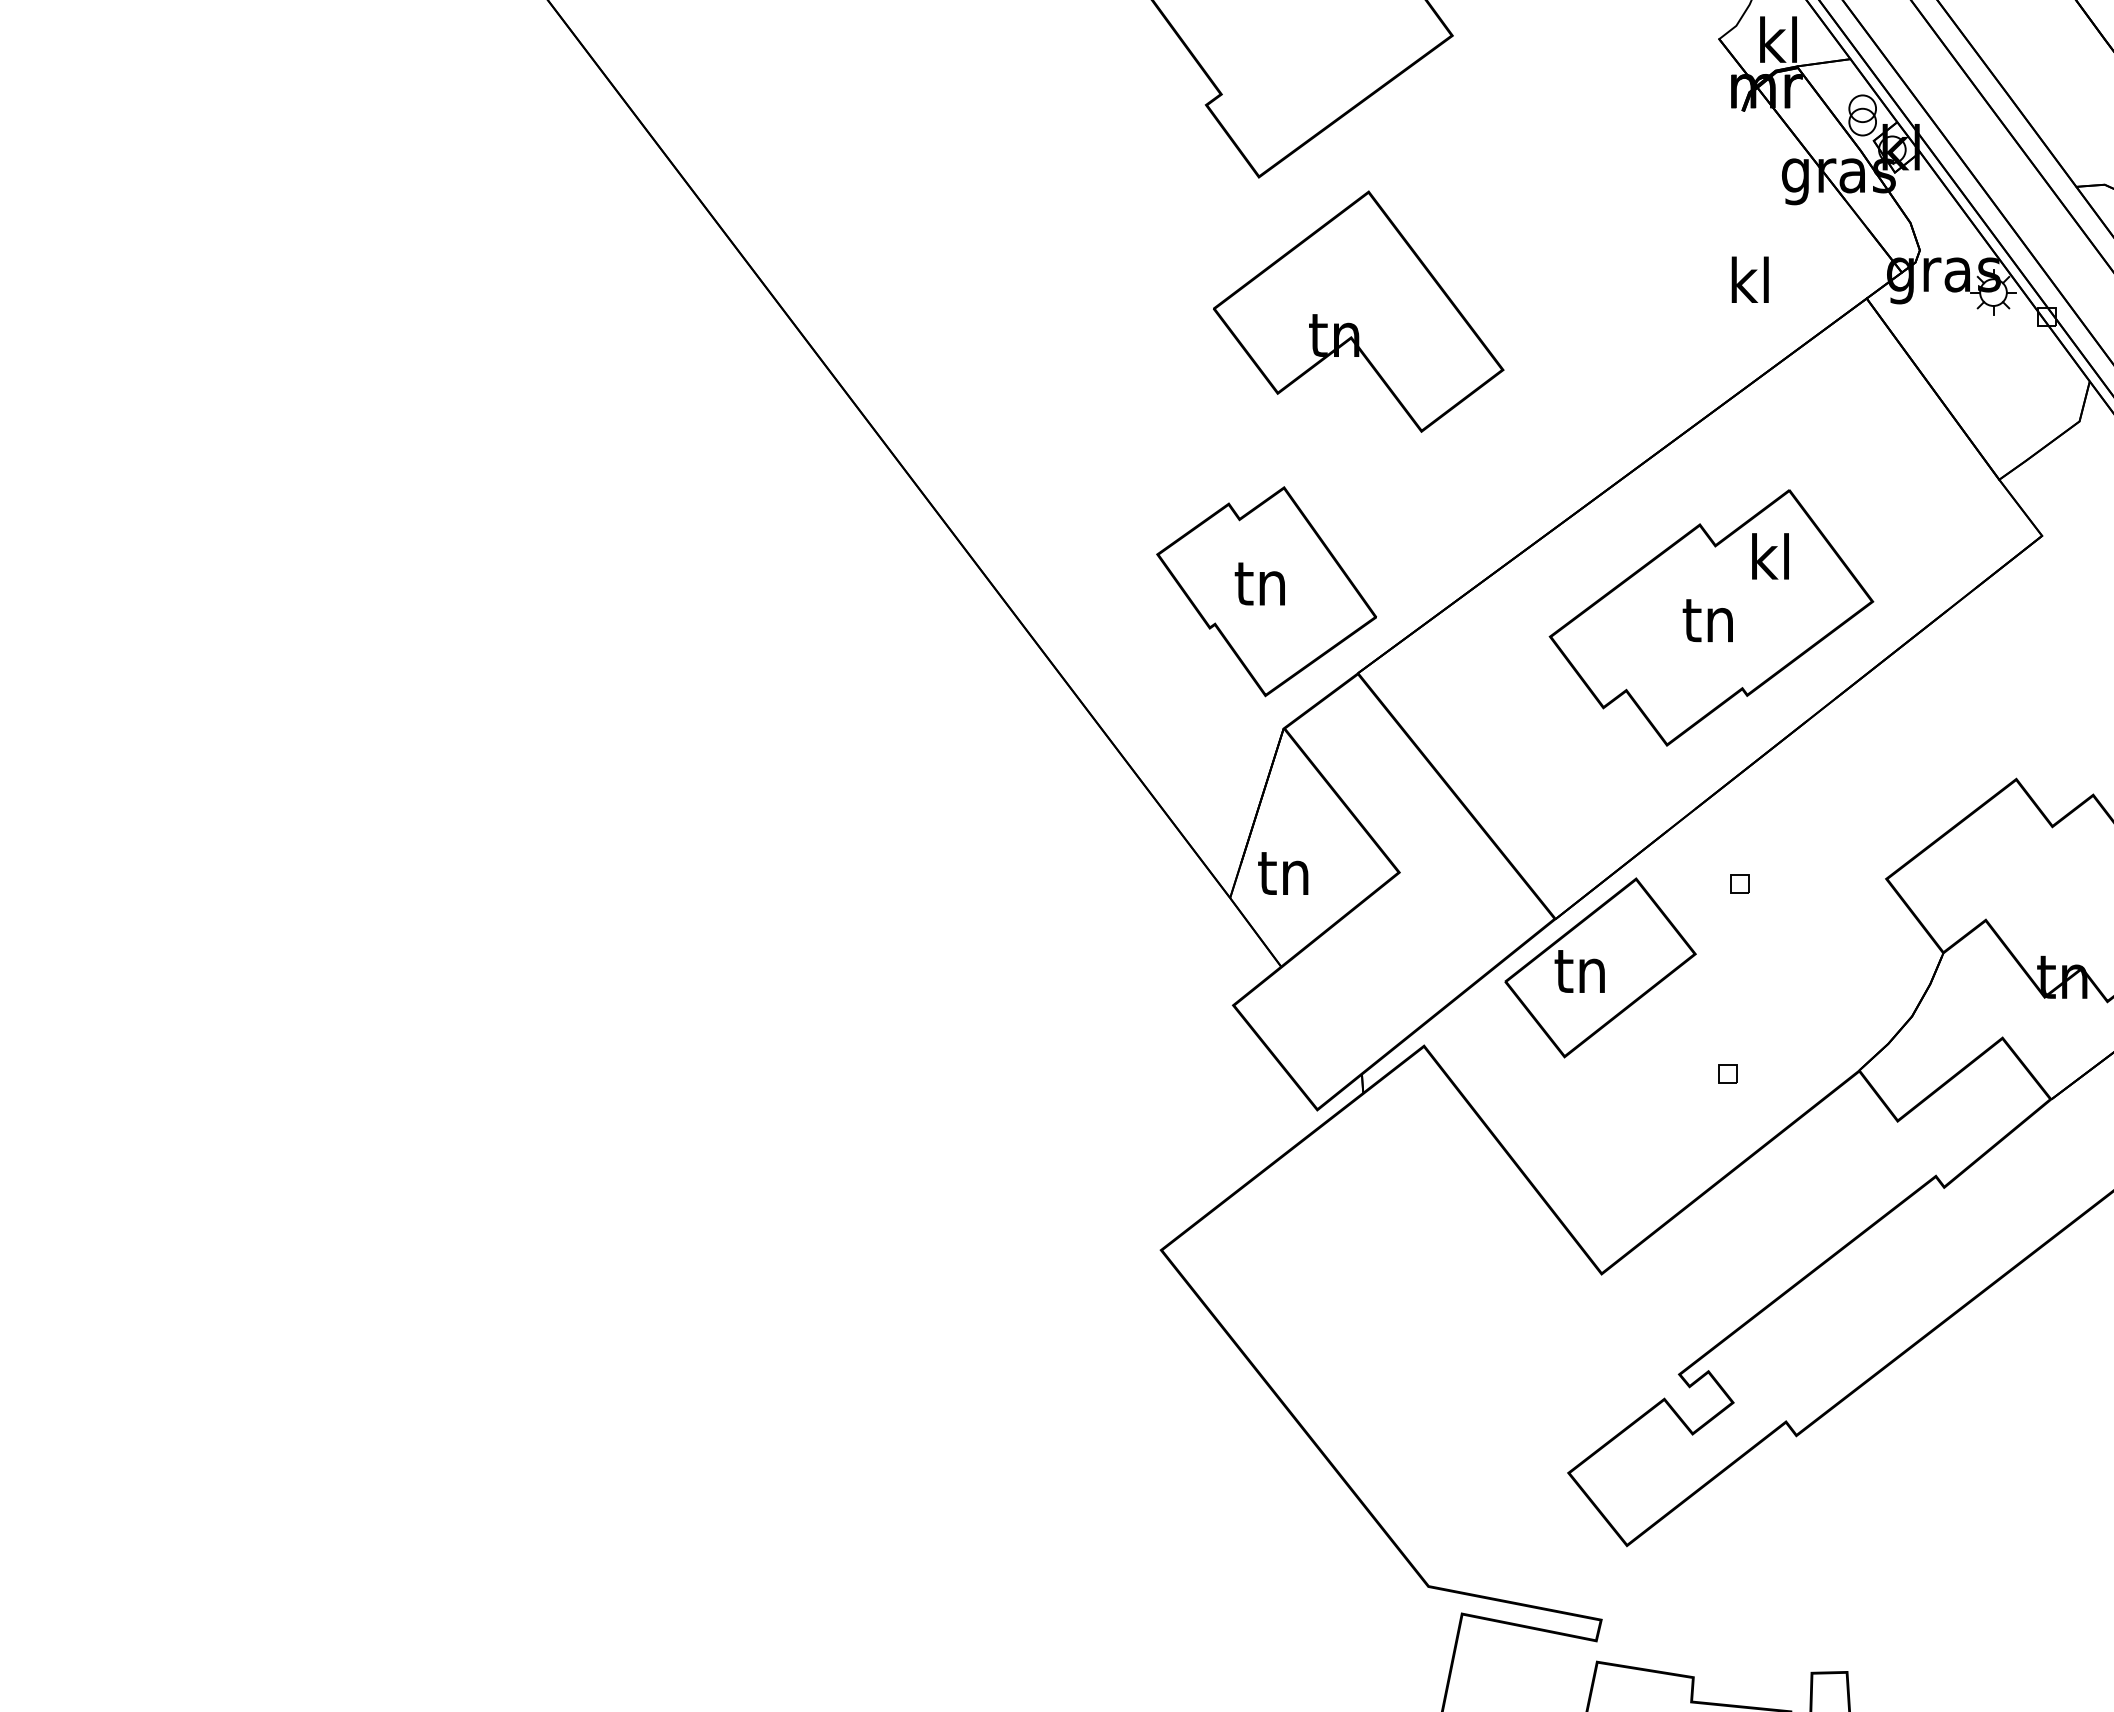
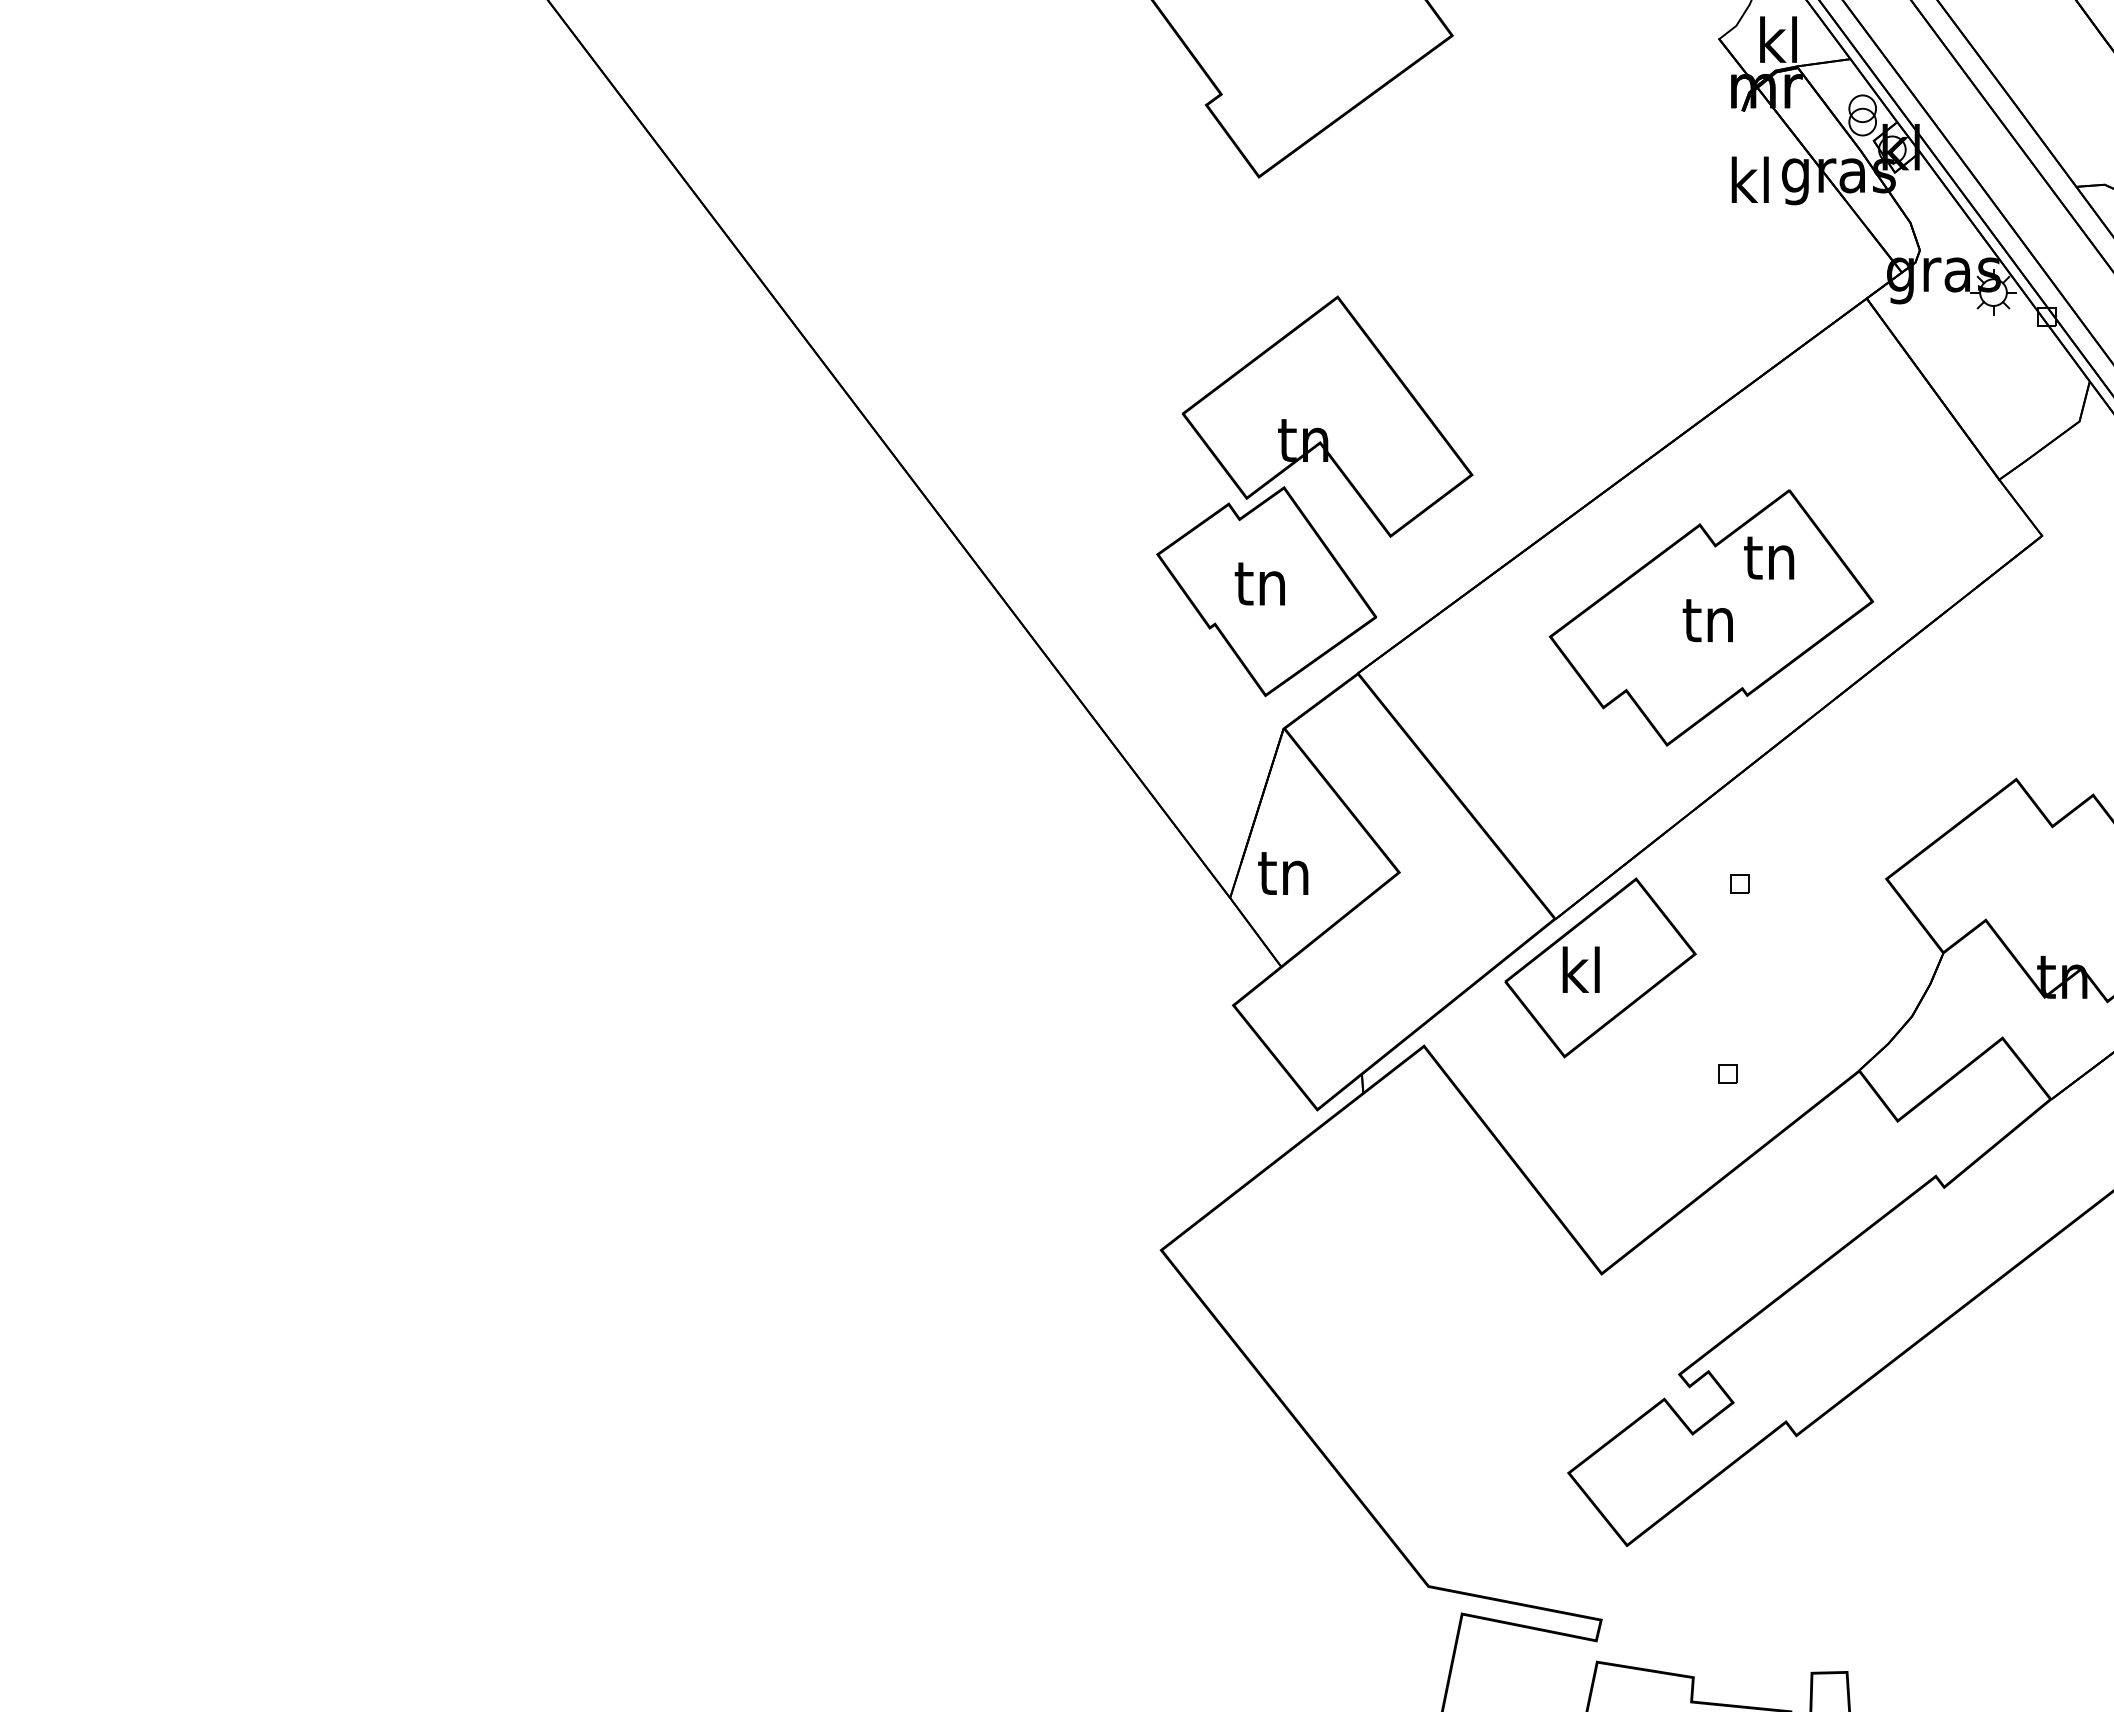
text at (1749, 279) position: (1749, 279) -> (1749, 179)
part at (1358, 311) position: (1358, 311) -> (1327, 416)
text at (1769, 556): kl -> tn
text at (1579, 969): tn -> kl
